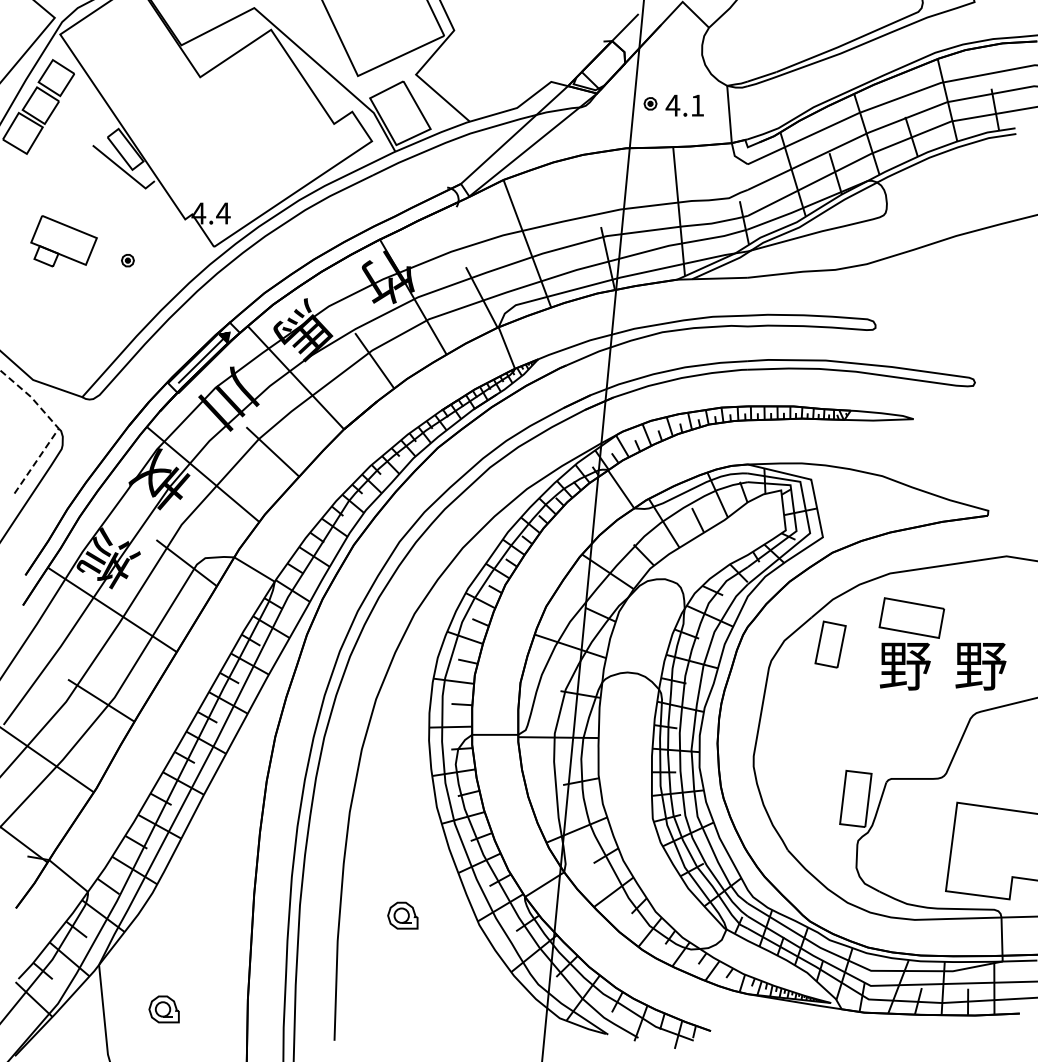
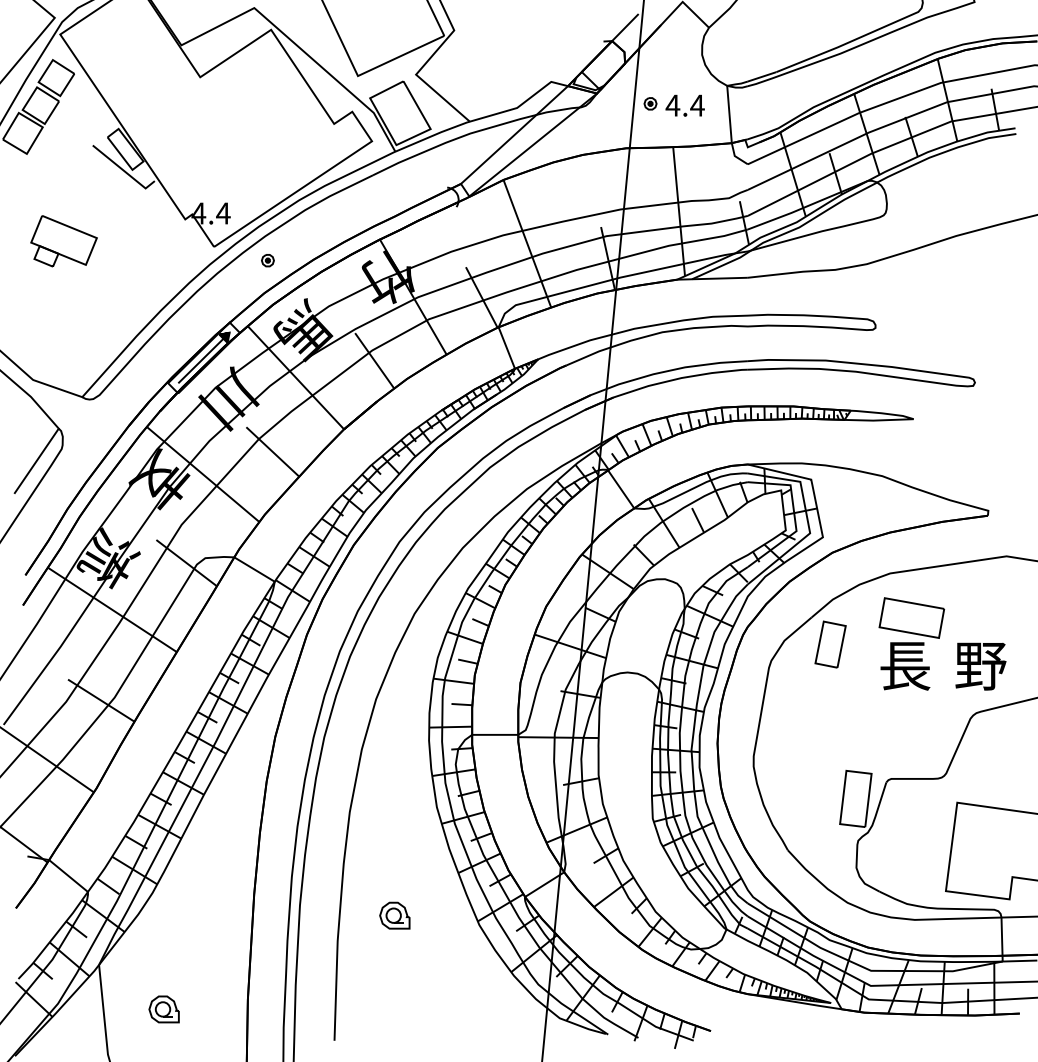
text at (697, 105): 4.1 -> 4.4
part at (127, 260) position: (127, 260) -> (267, 260)
line at (57, 427): dashed -> solid
text at (904, 666): 野 -> 長
part at (402, 915) position: (402, 915) -> (394, 915)
